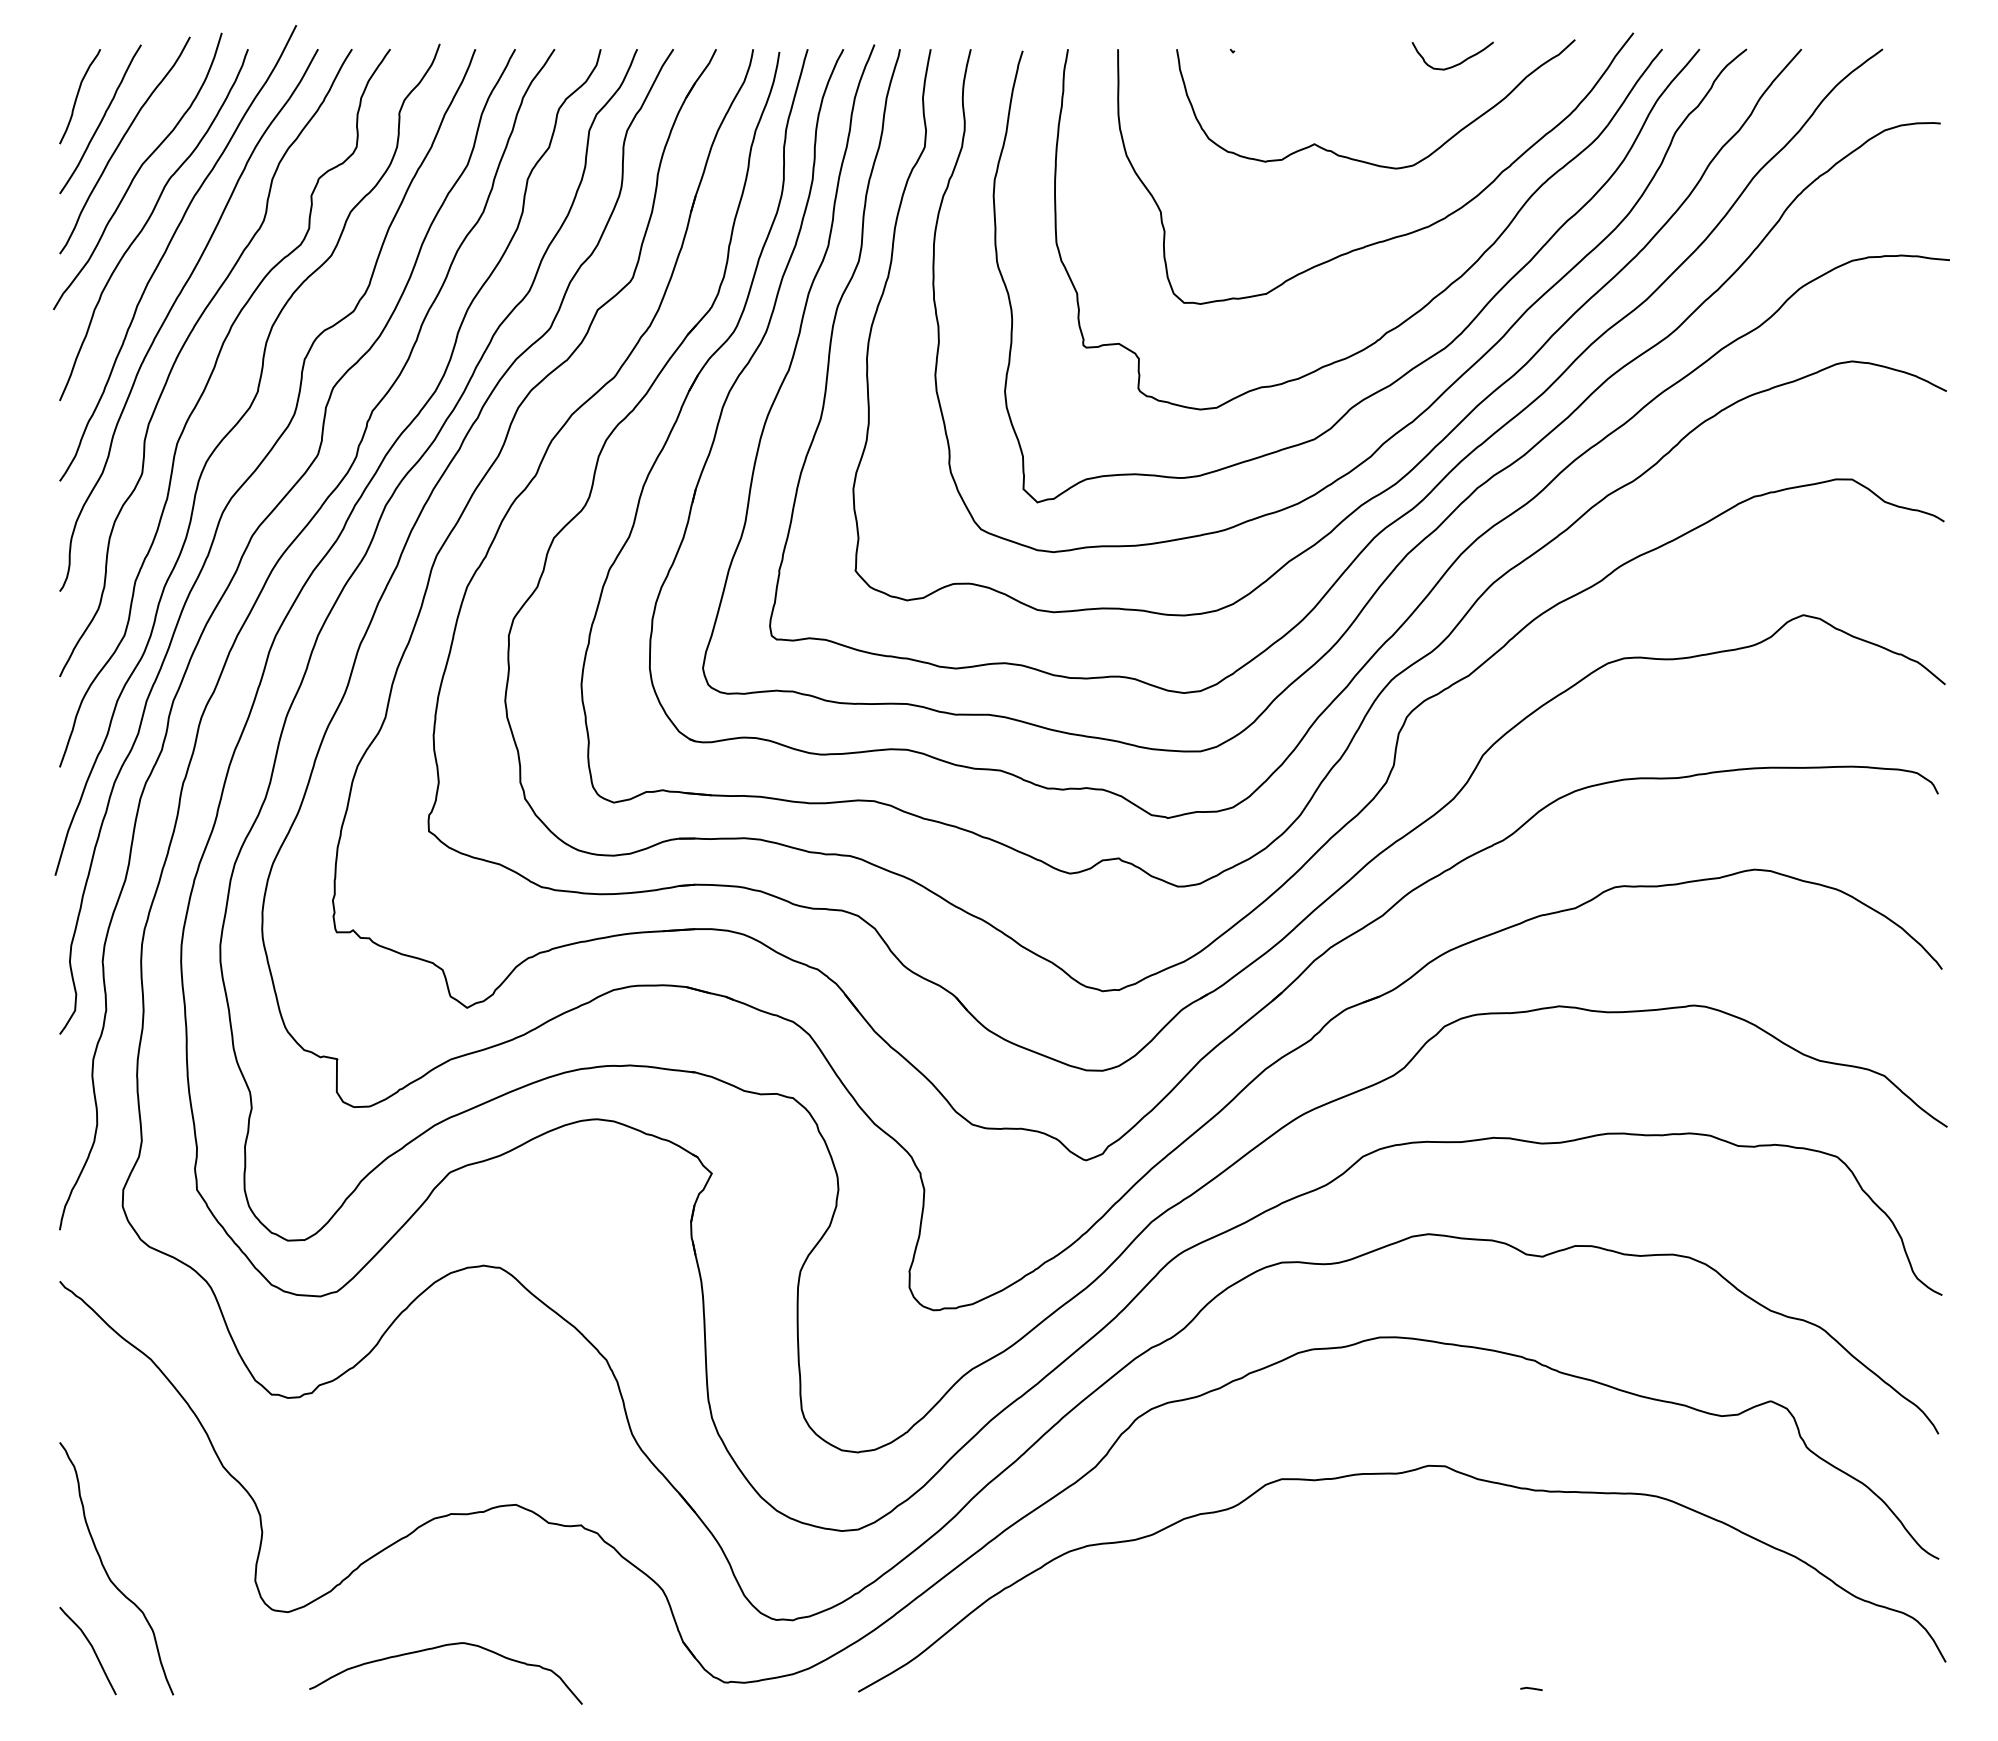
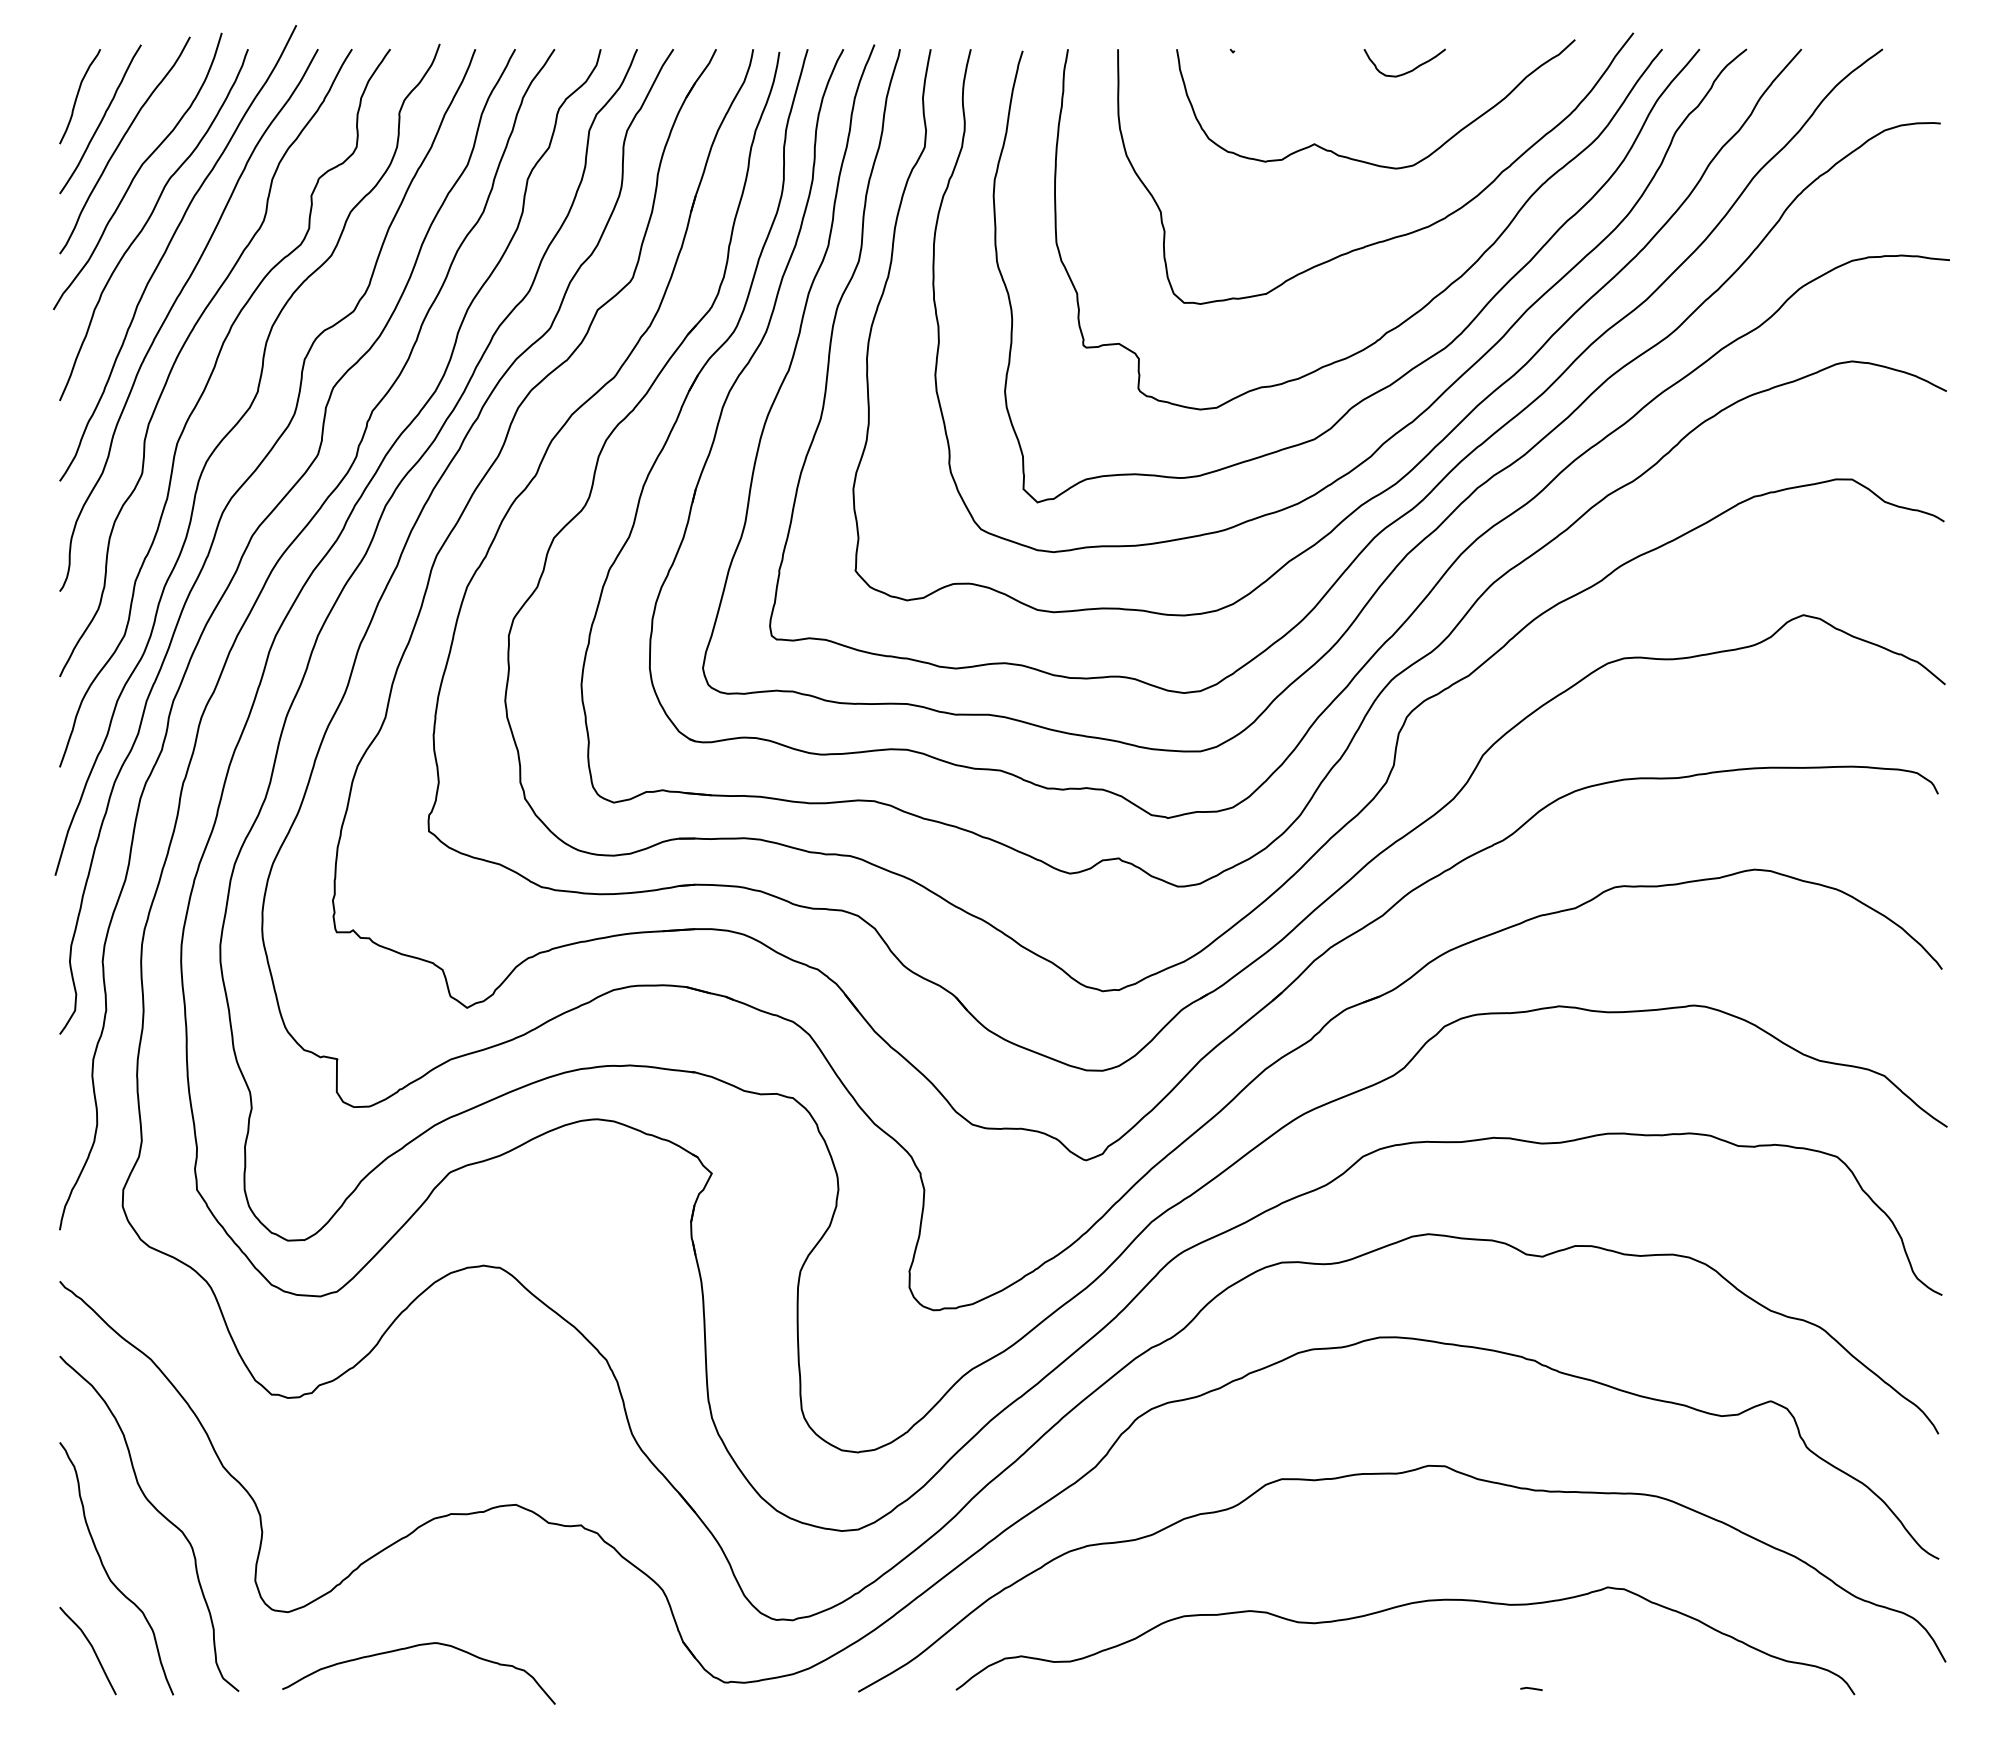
curve at (1457, 63) position: (1457, 63) -> (1409, 70)
curve at (159, 1513): none -> present
curve at (1395, 1608): none -> present
curve at (437, 1648) position: (437, 1648) -> (410, 1648)
